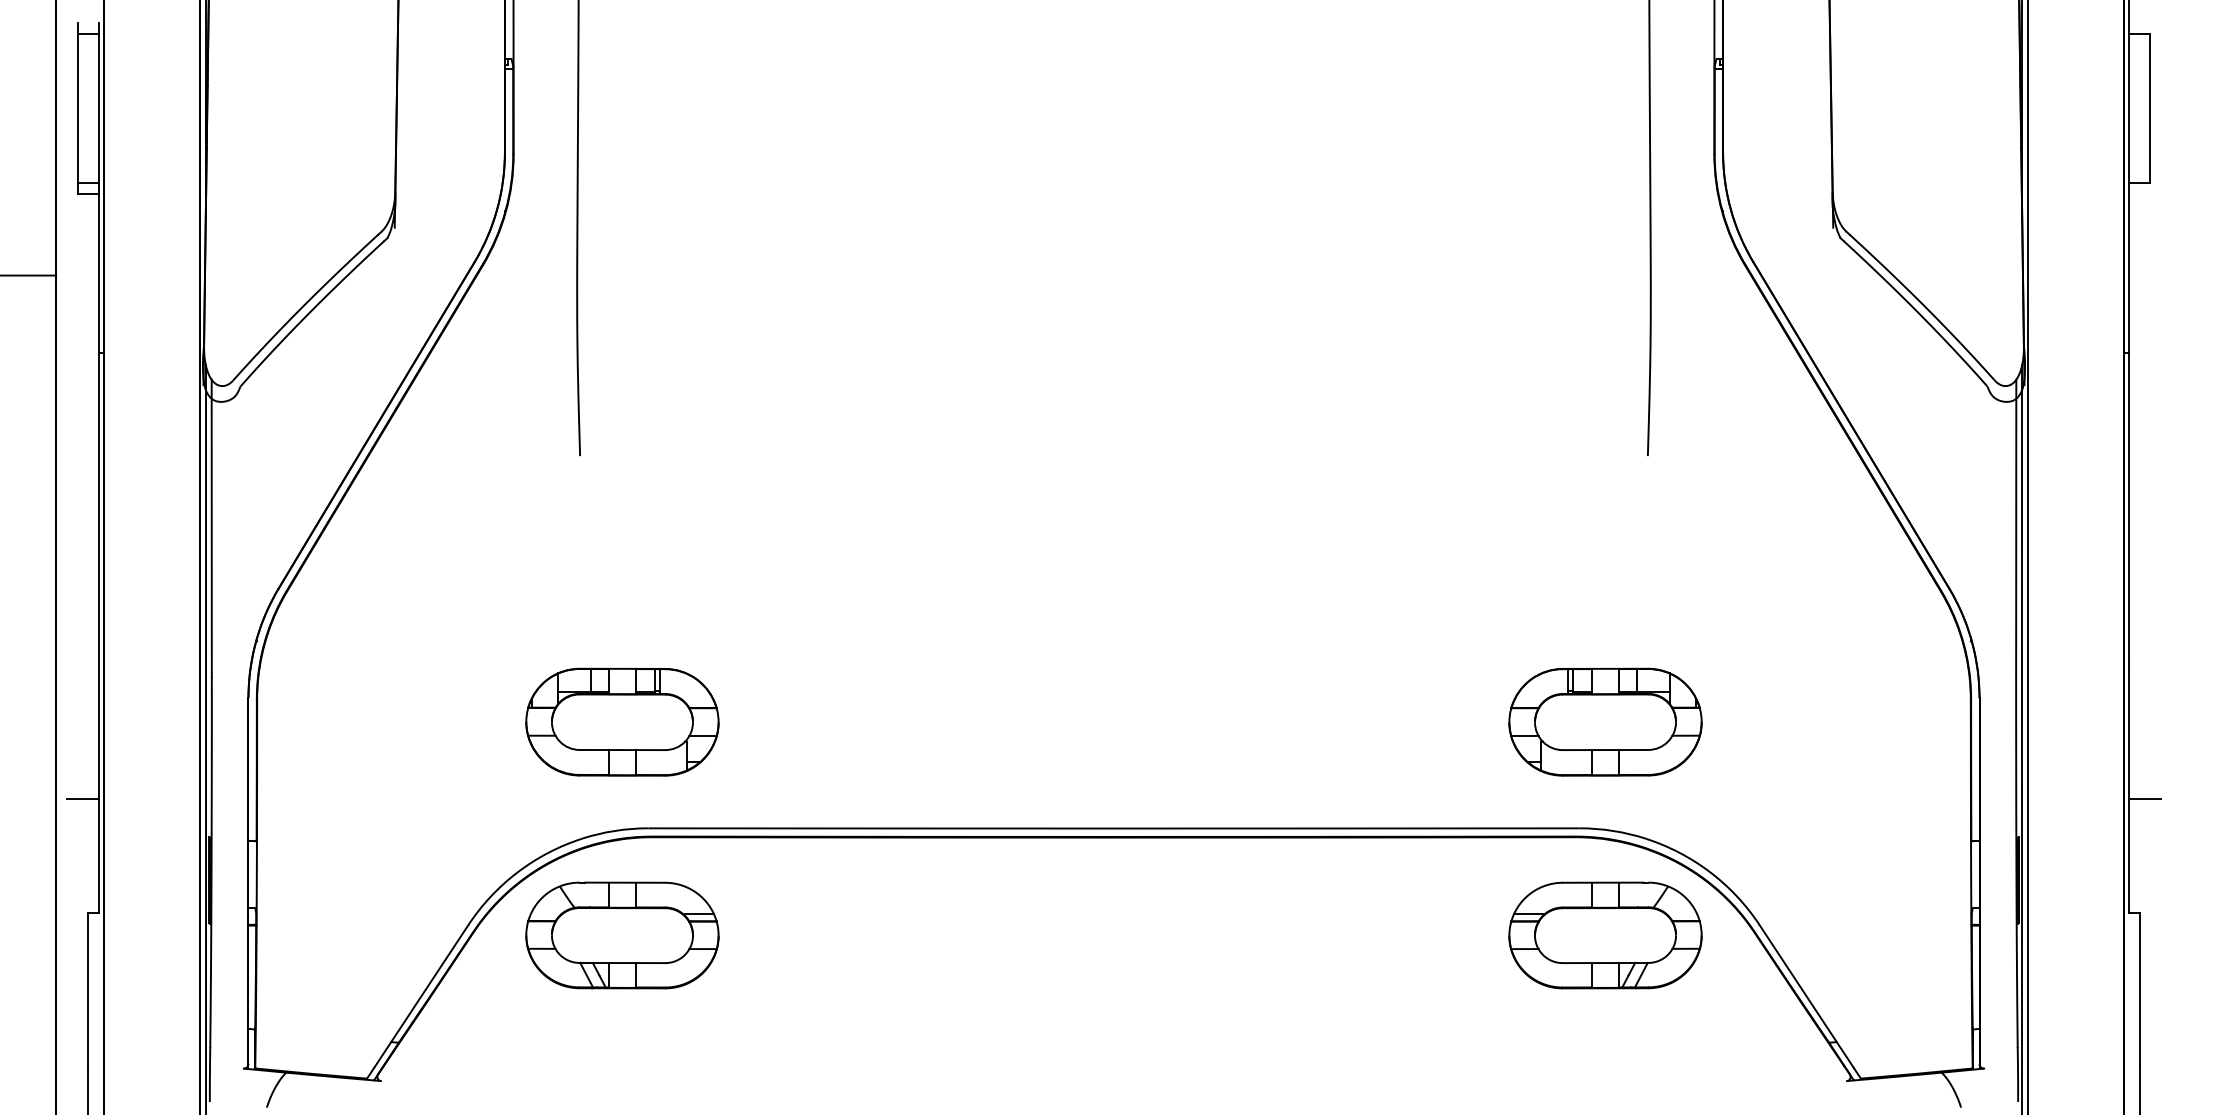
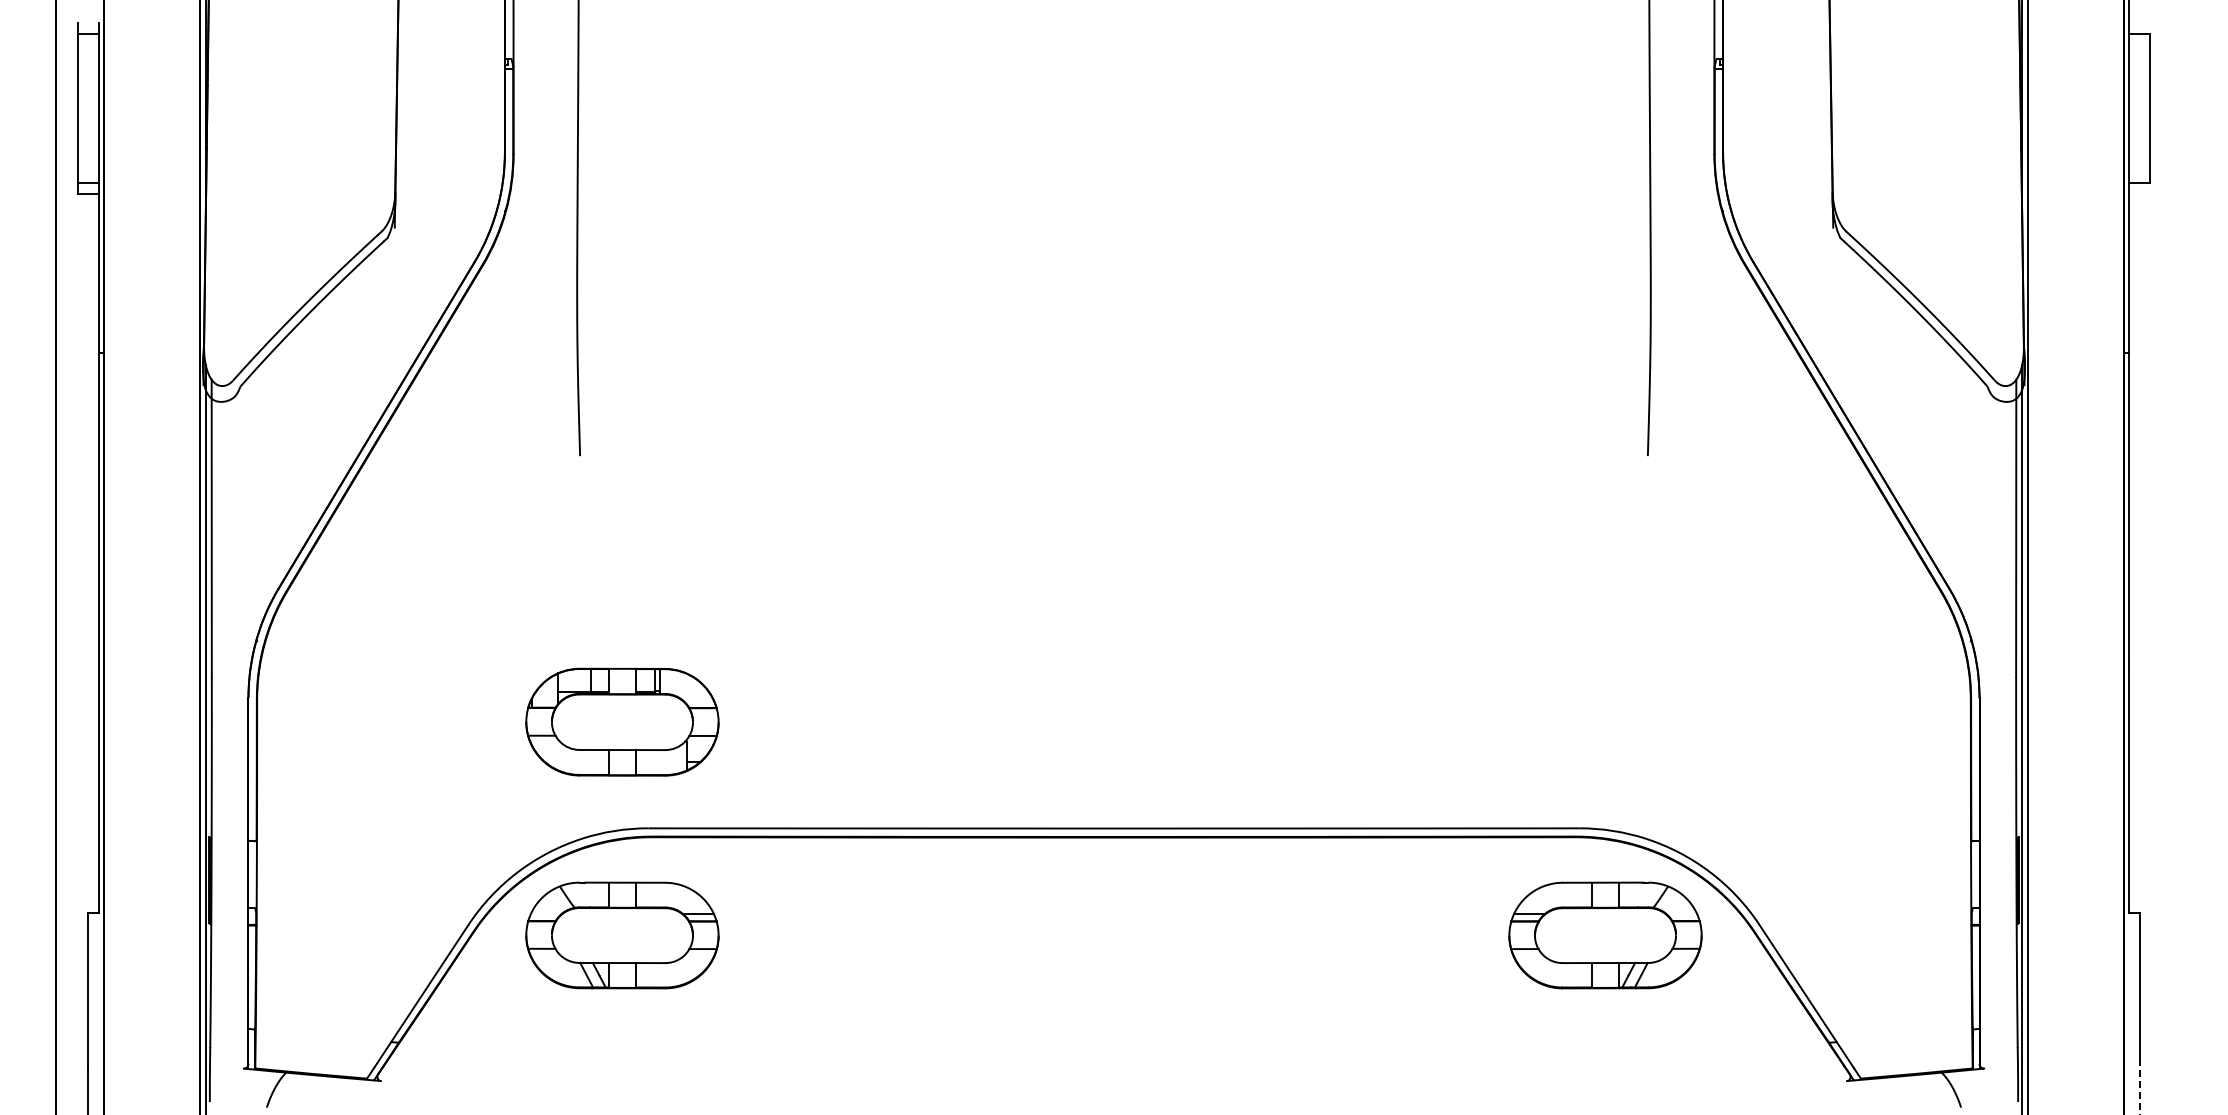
line at (29, 275): present -> none
part at (1605, 721): present -> none
line at (82, 799): present -> none
line at (2145, 799): present -> none
line at (2139, 1089): solid -> dashed
